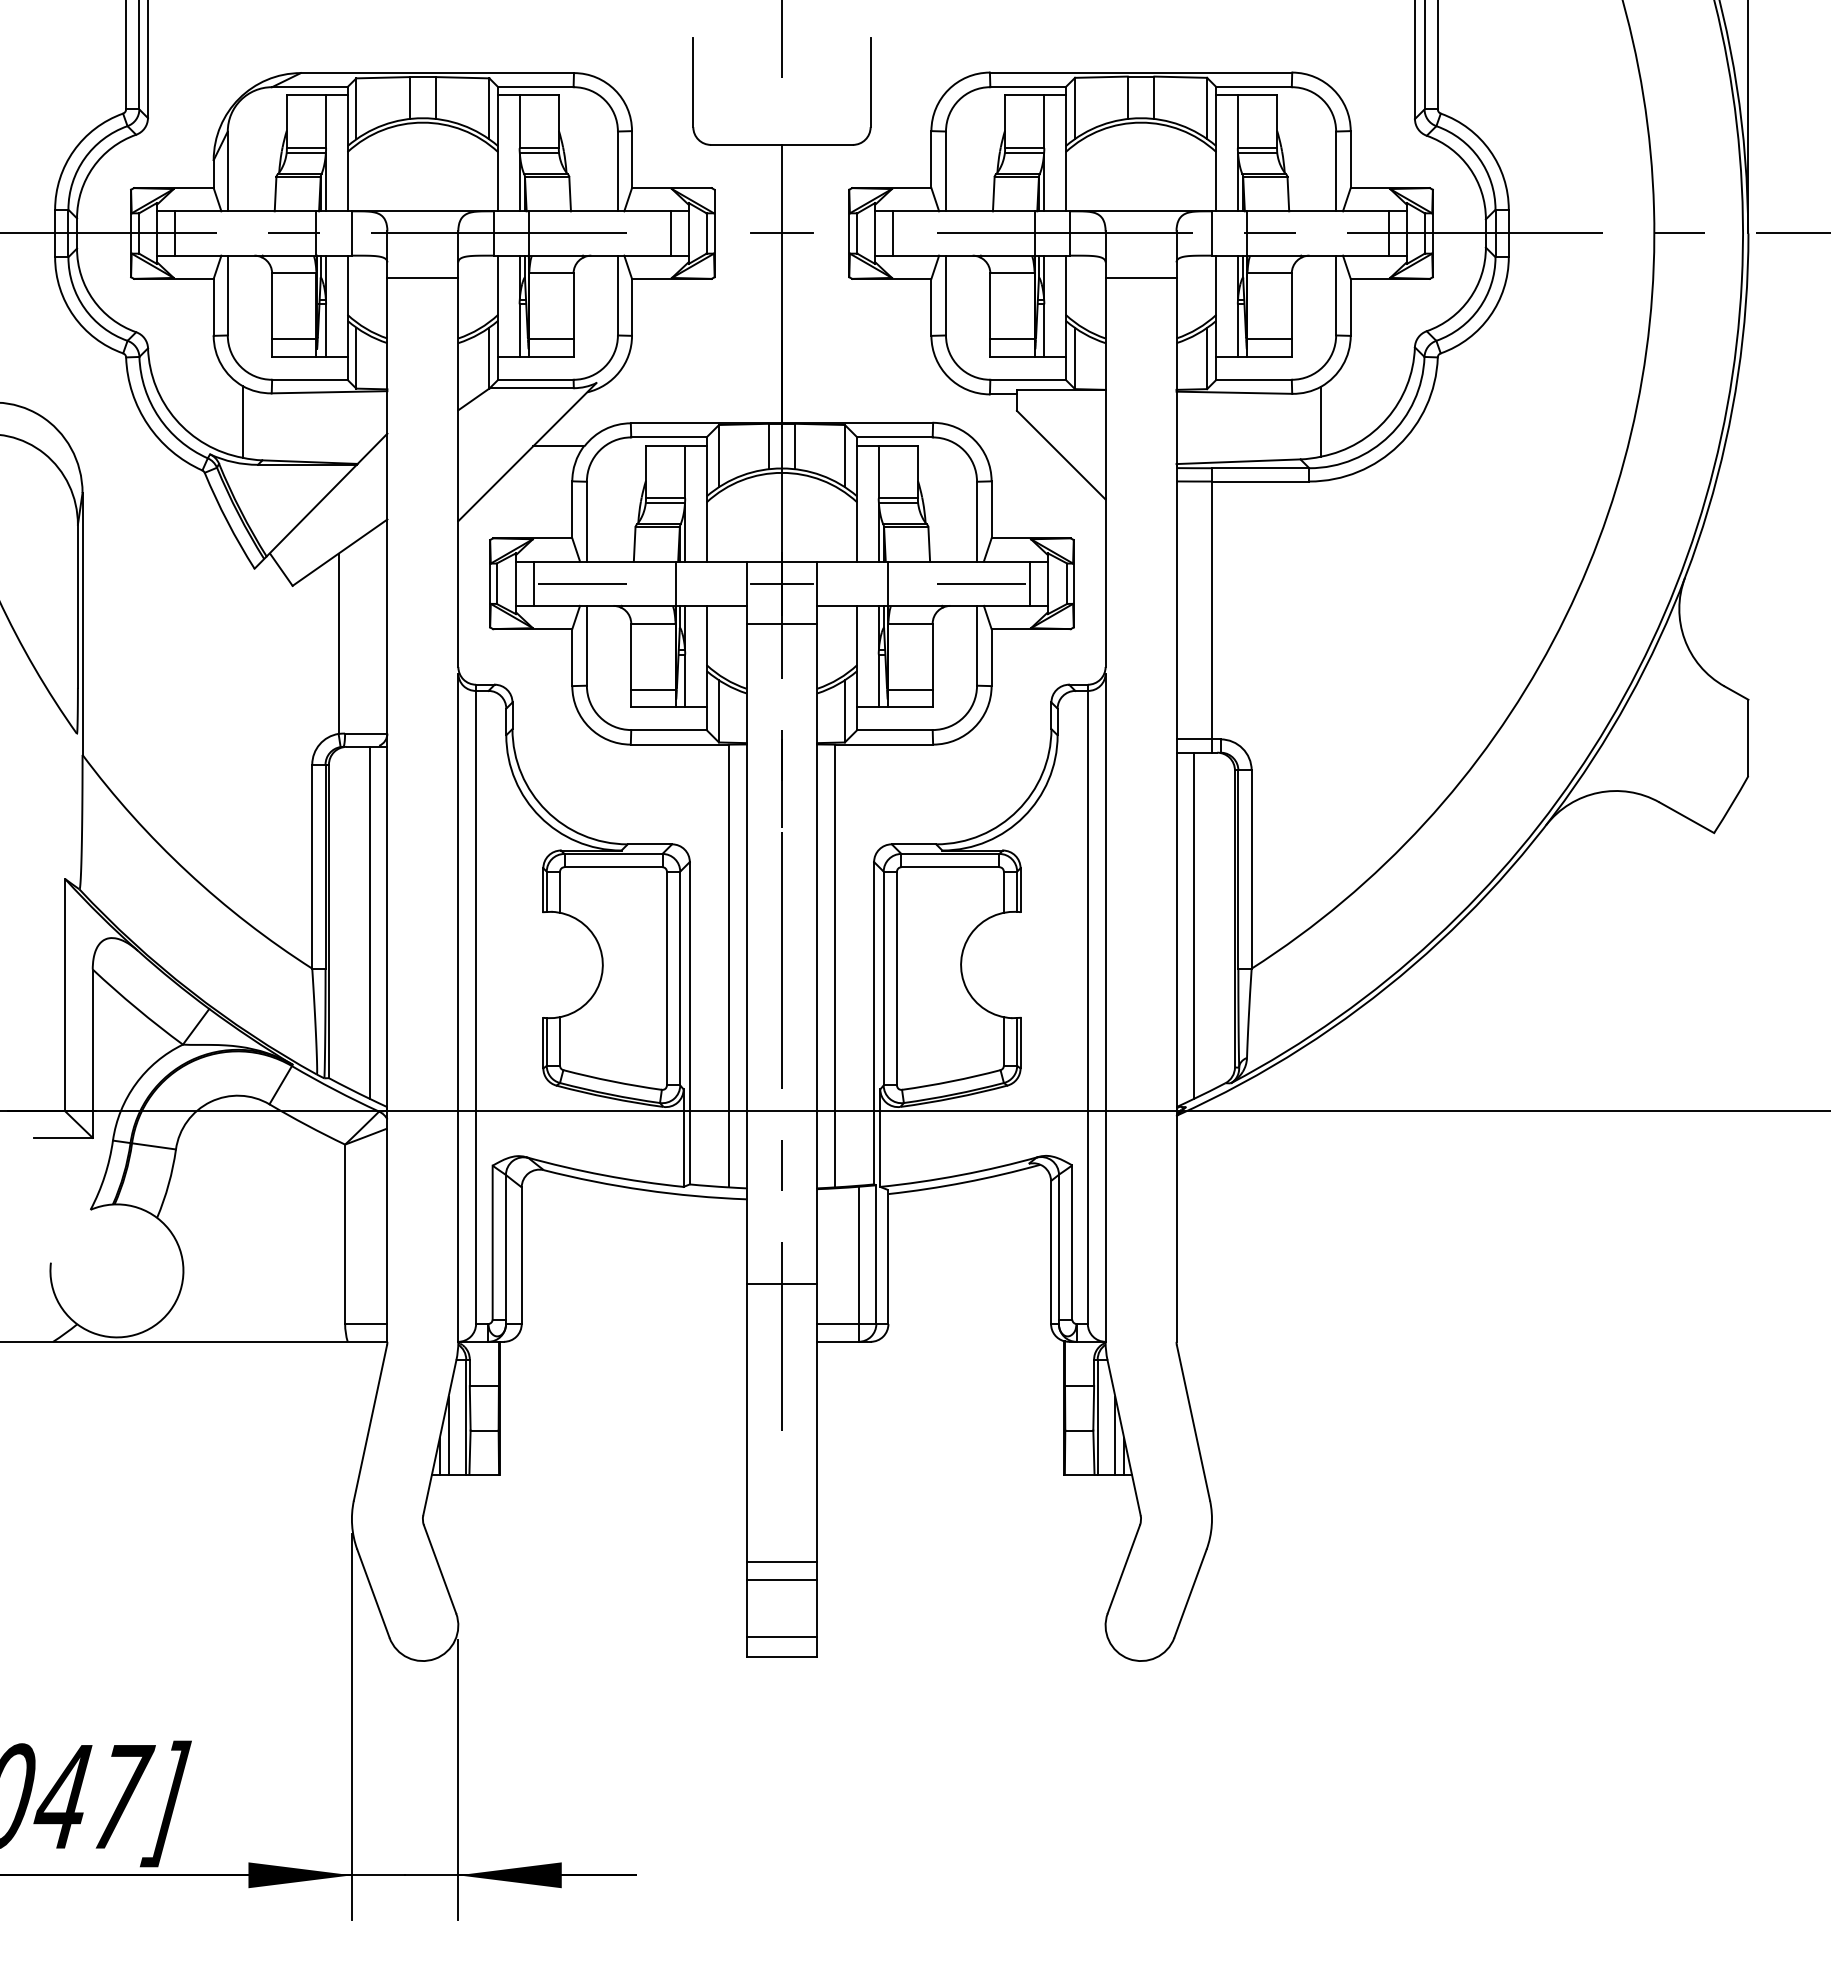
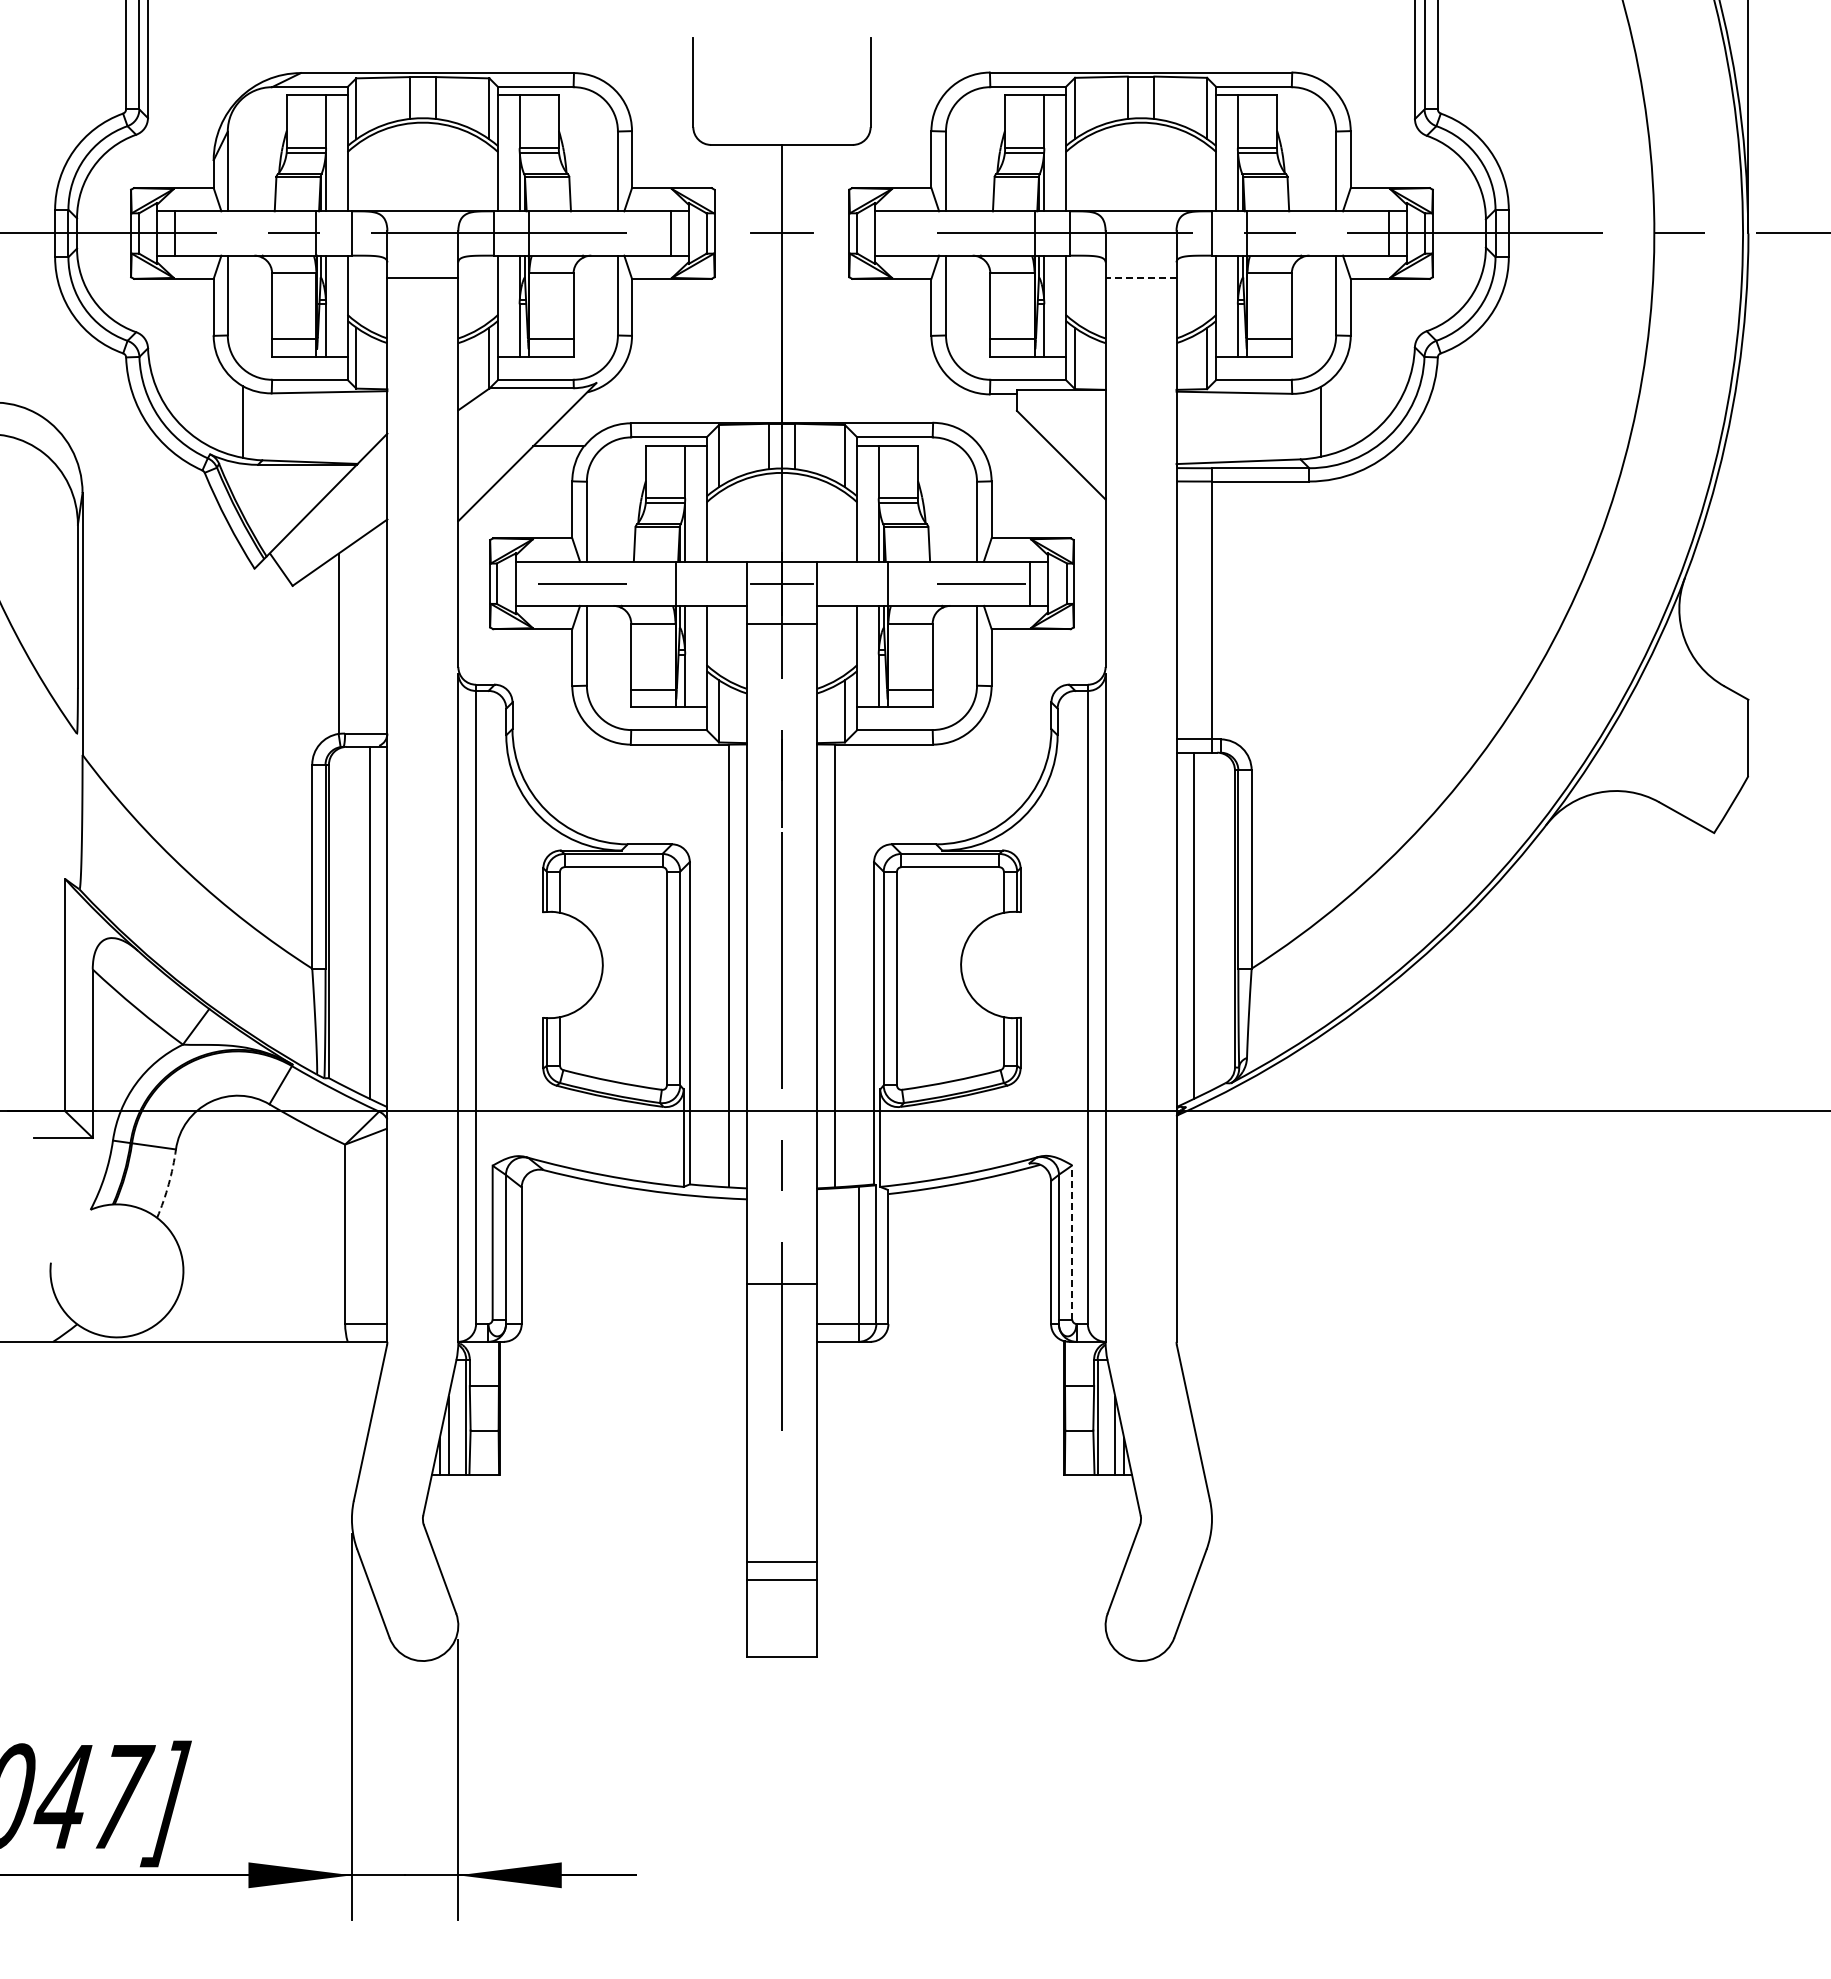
line at (781, 40): present -> none
line at (892, 233): present -> none
line at (1140, 277): solid -> dashed
line at (533, 583): present -> none
arc at (168, 1184): solid -> dashed
line at (1072, 1242): solid -> dashed
line at (781, 1637): present -> none
